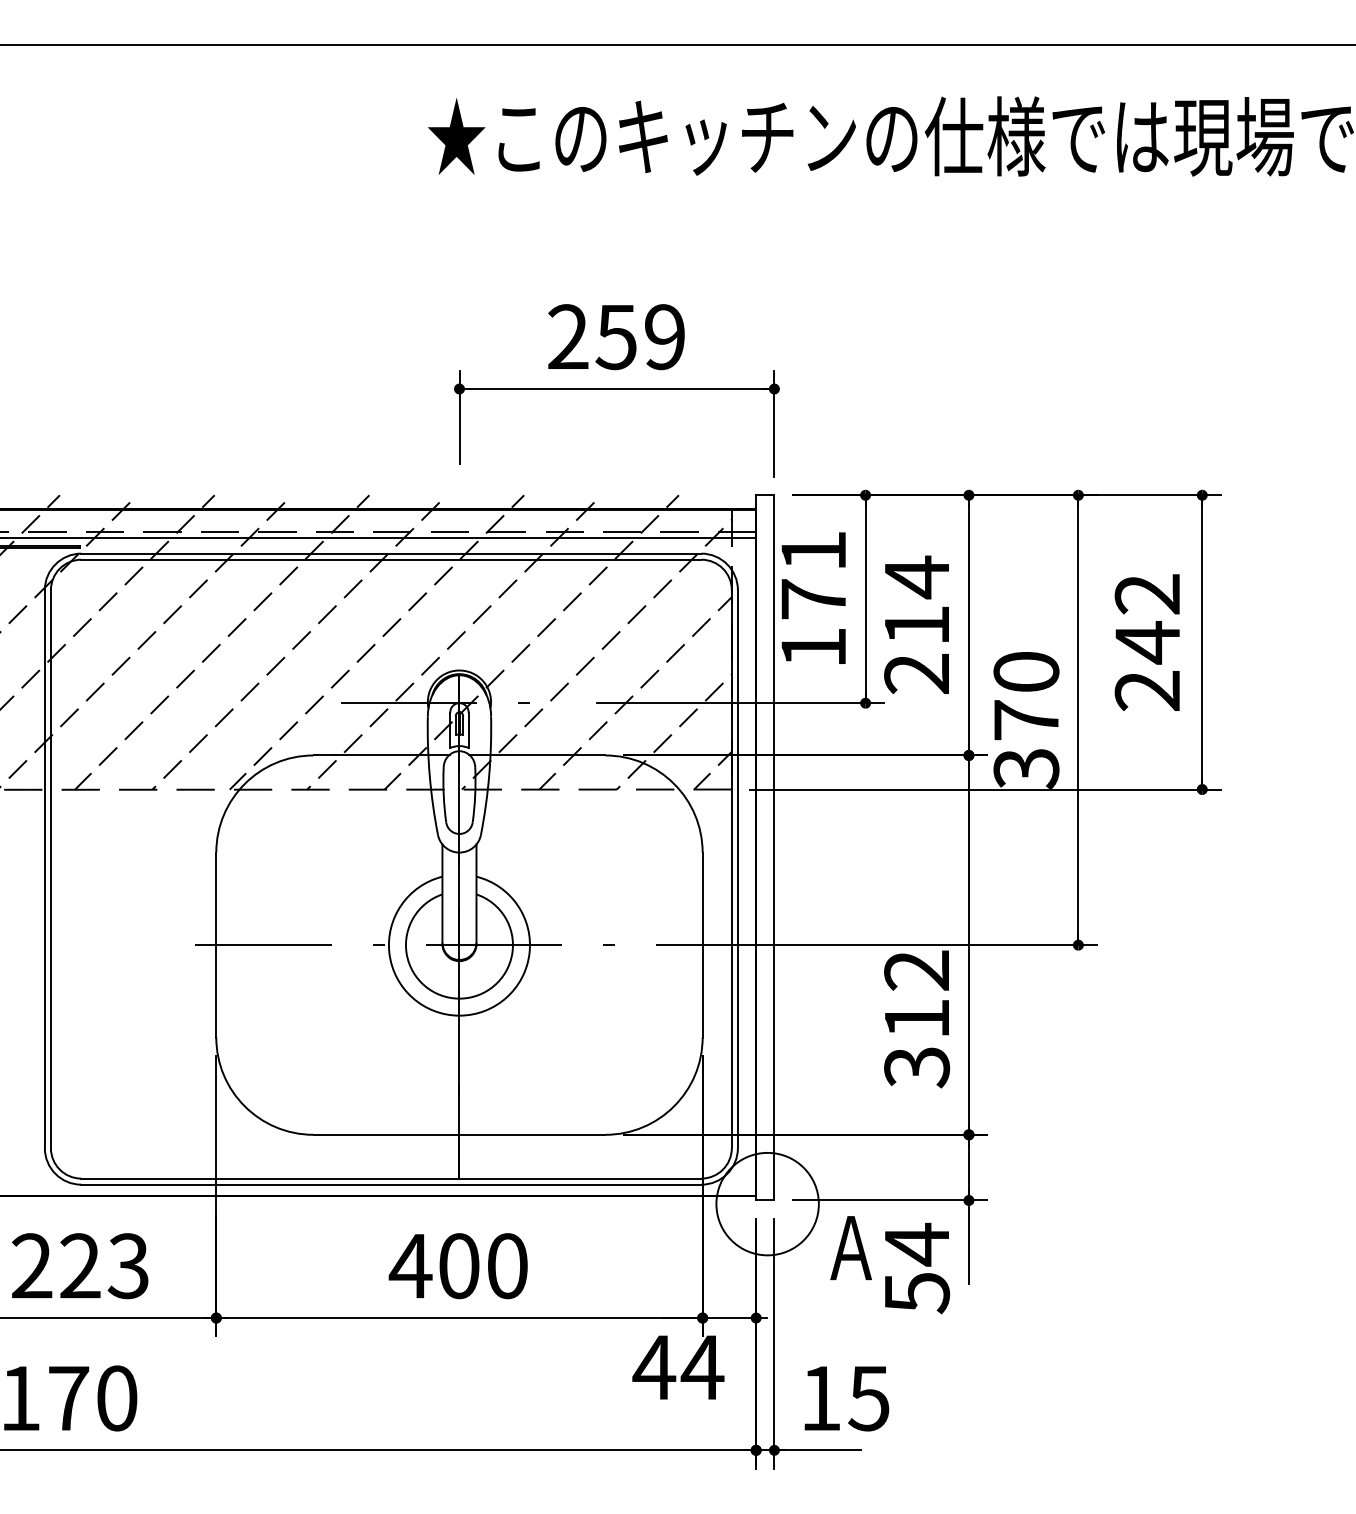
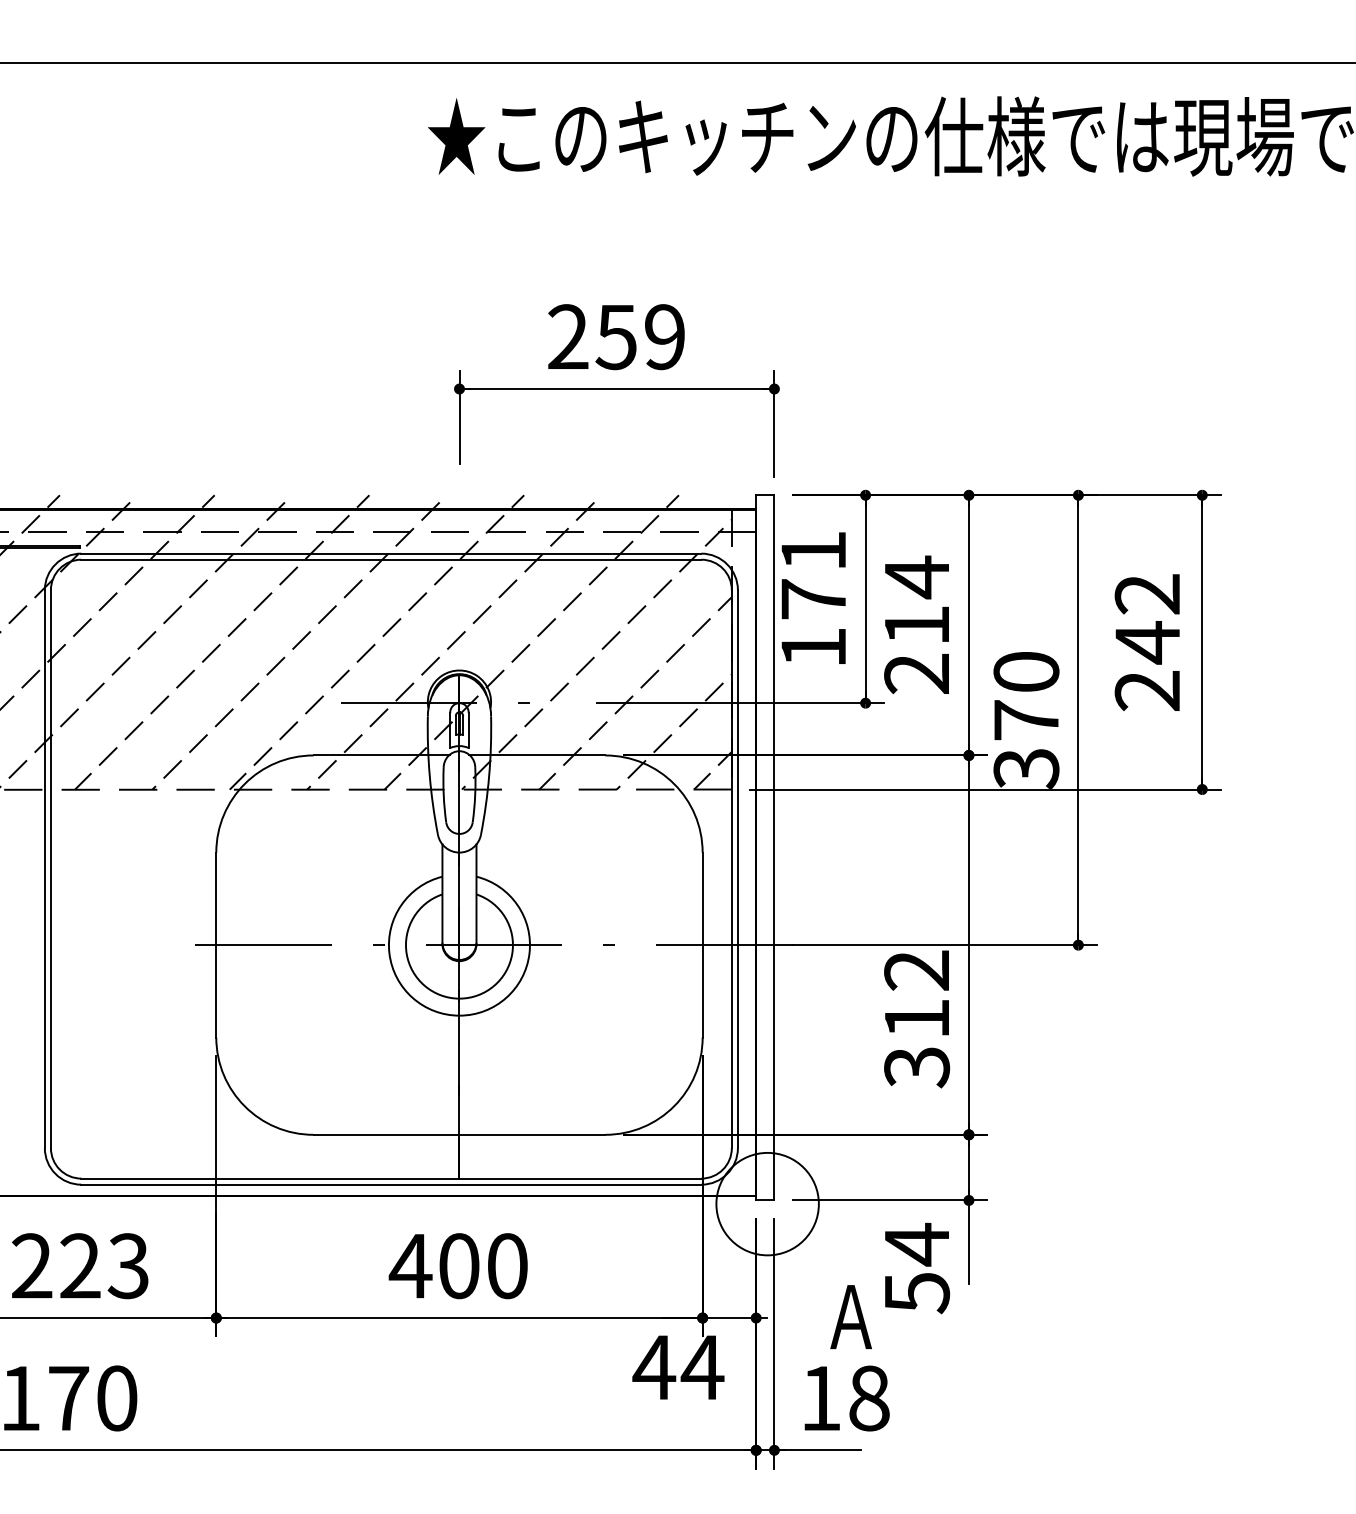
line at (677, 45) position: (677, 45) -> (677, 63)
line at (379, 537): present -> none
text at (850, 1248) position: (850, 1248) -> (850, 1317)
text at (868, 1398): 15 -> 18
